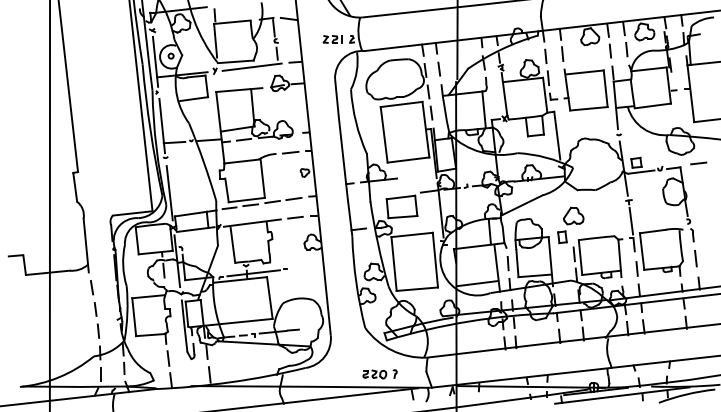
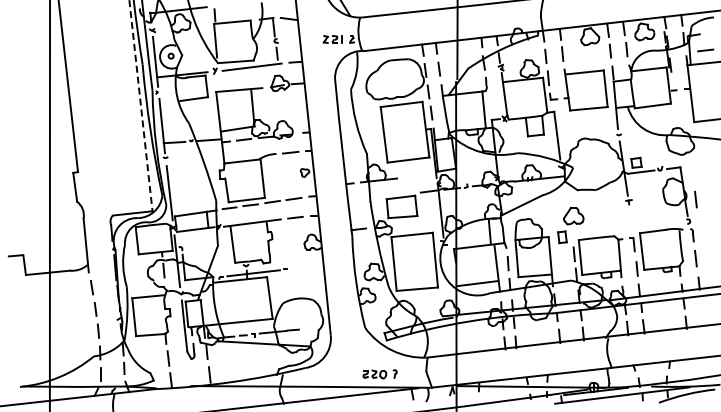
line at (140, 105): solid -> dashed
line at (698, 163) position: (698, 163) -> (705, 50)
line at (695, 199): none -> present
line at (631, 220): present -> none
